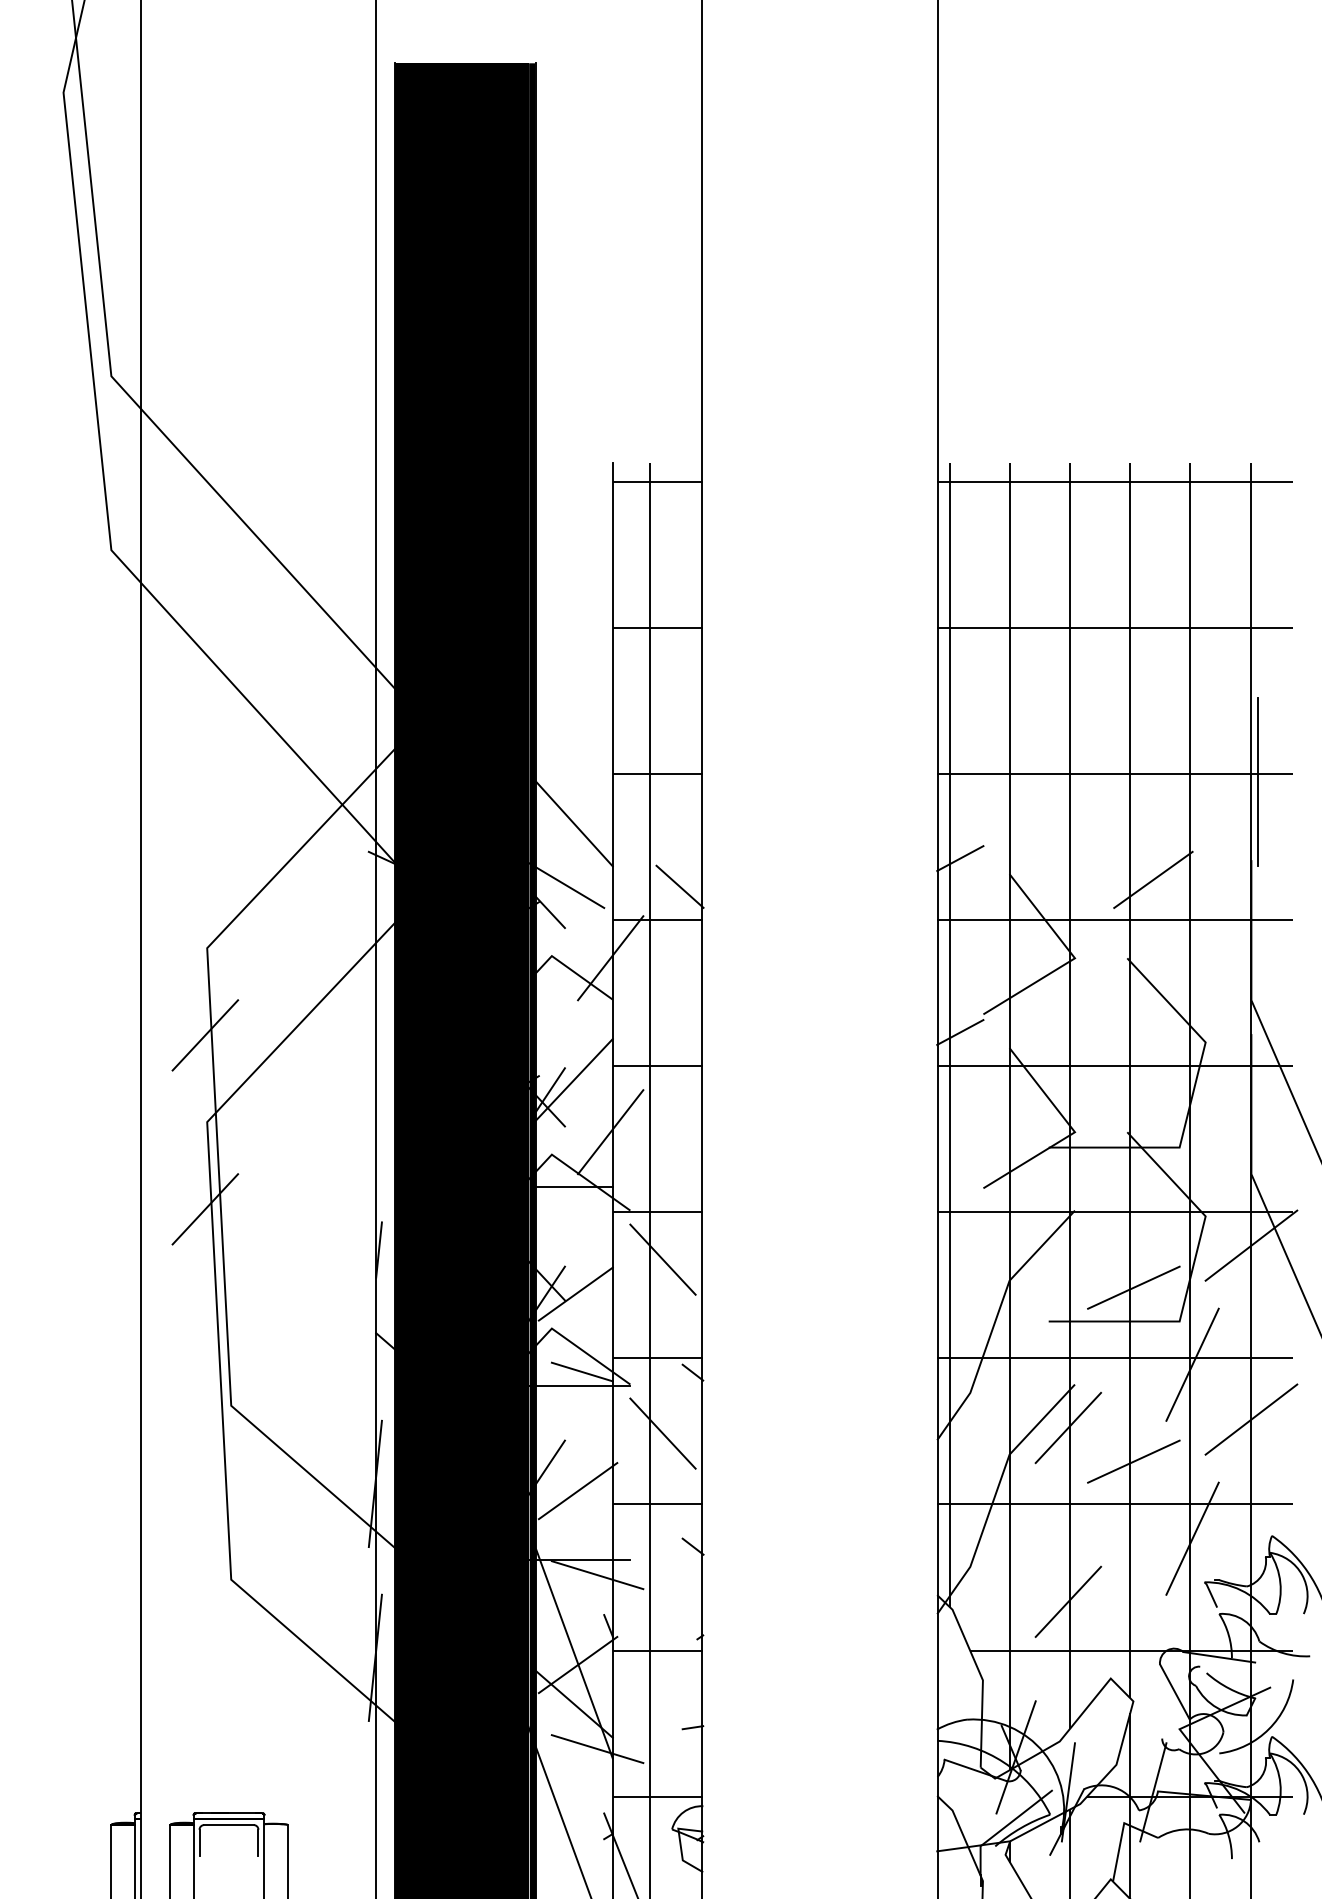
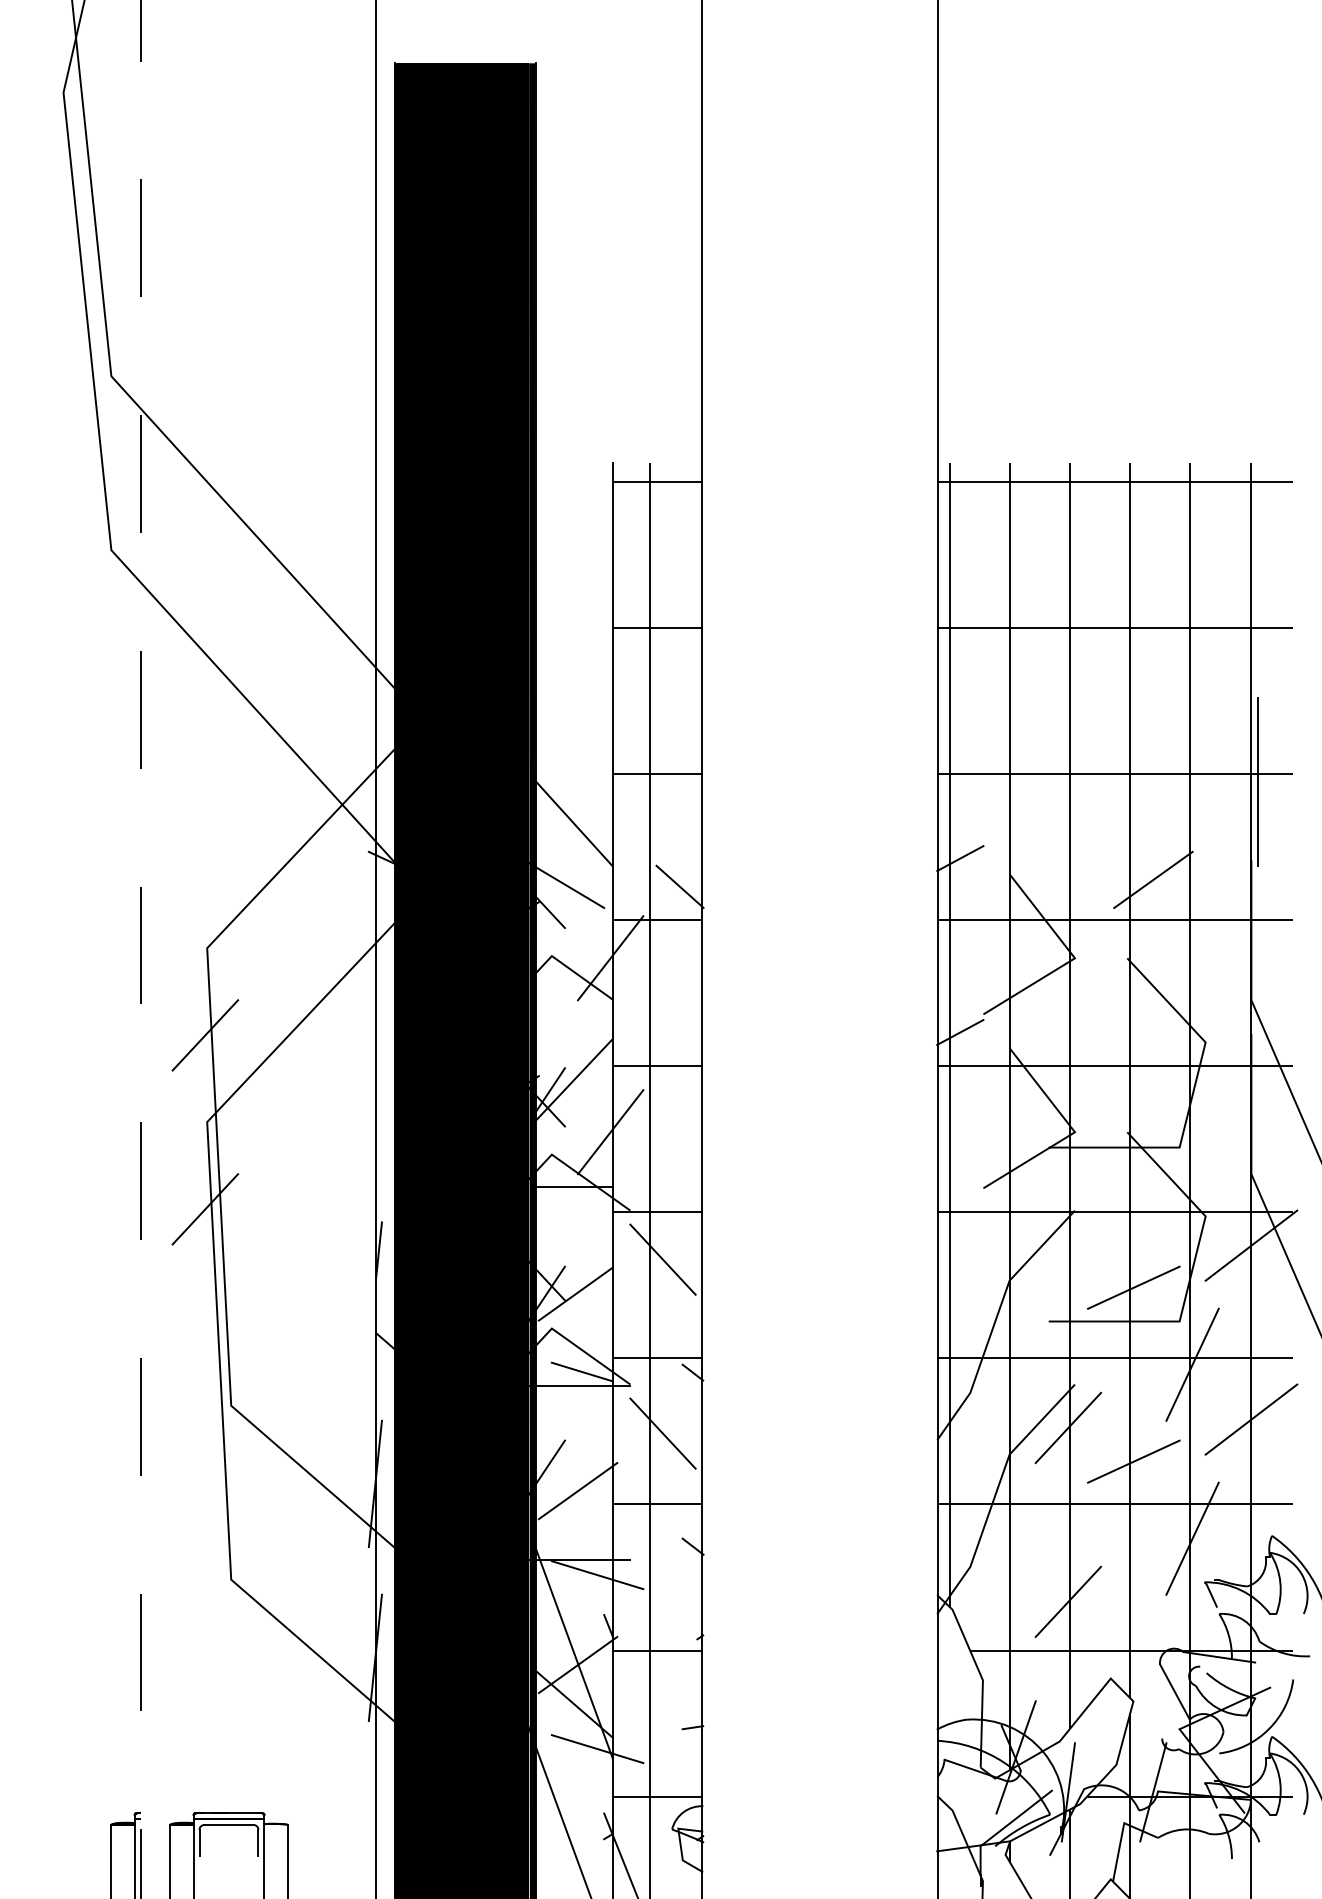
line at (140, 949): solid -> dashed
